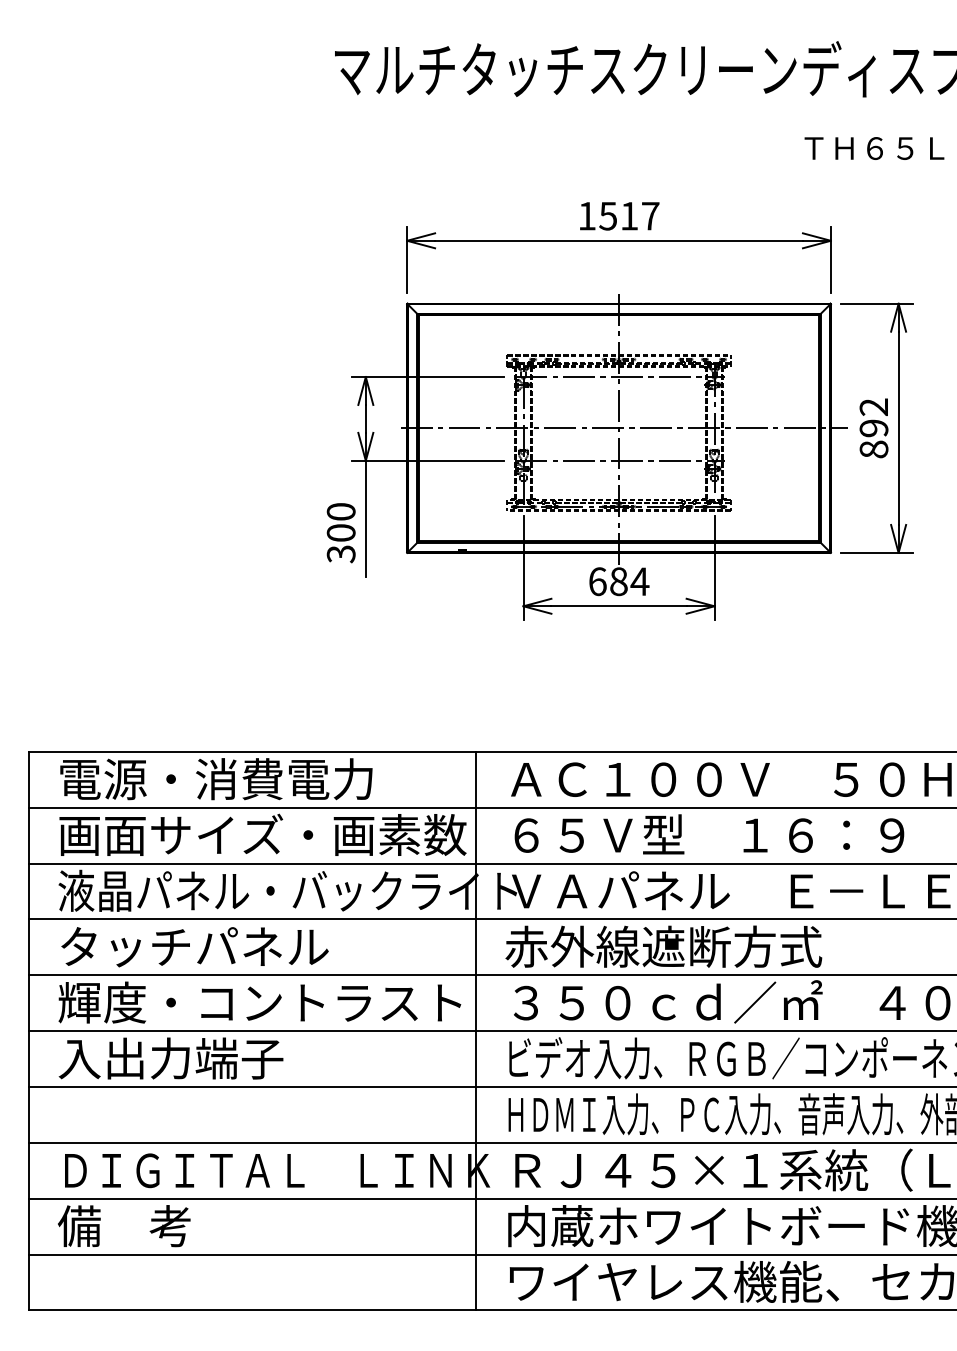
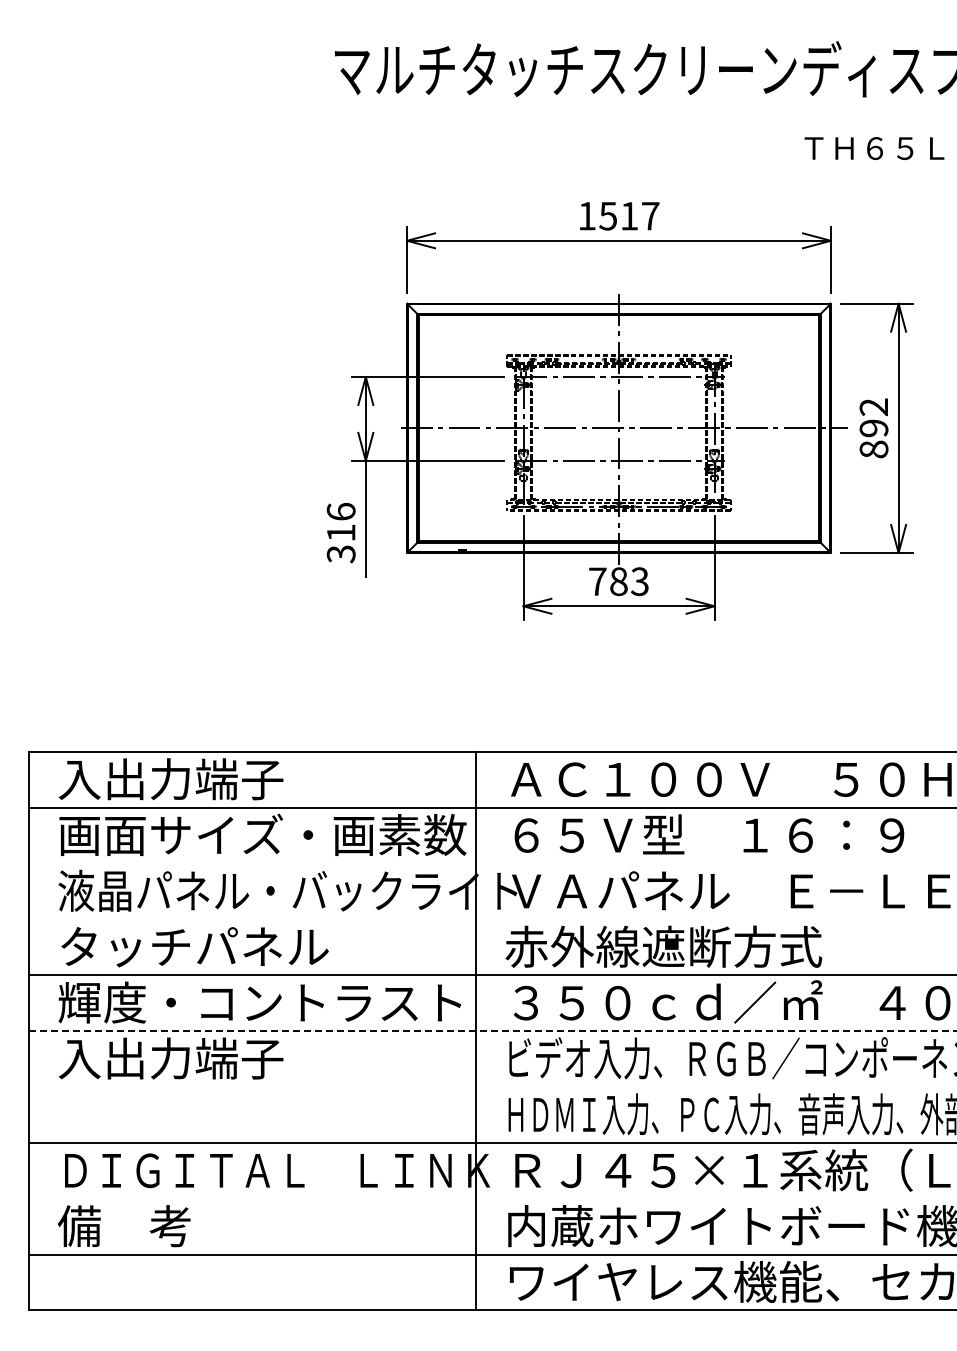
text at (340, 522): 300 -> 316
text at (619, 581): 684 -> 783
text at (215, 779): 電源・消費電力 -> 入出力端子
line at (490, 863): present -> none
line at (490, 919): present -> none
line at (492, 1031): solid -> dashed
line at (490, 1087): present -> none
line at (490, 1198): present -> none
